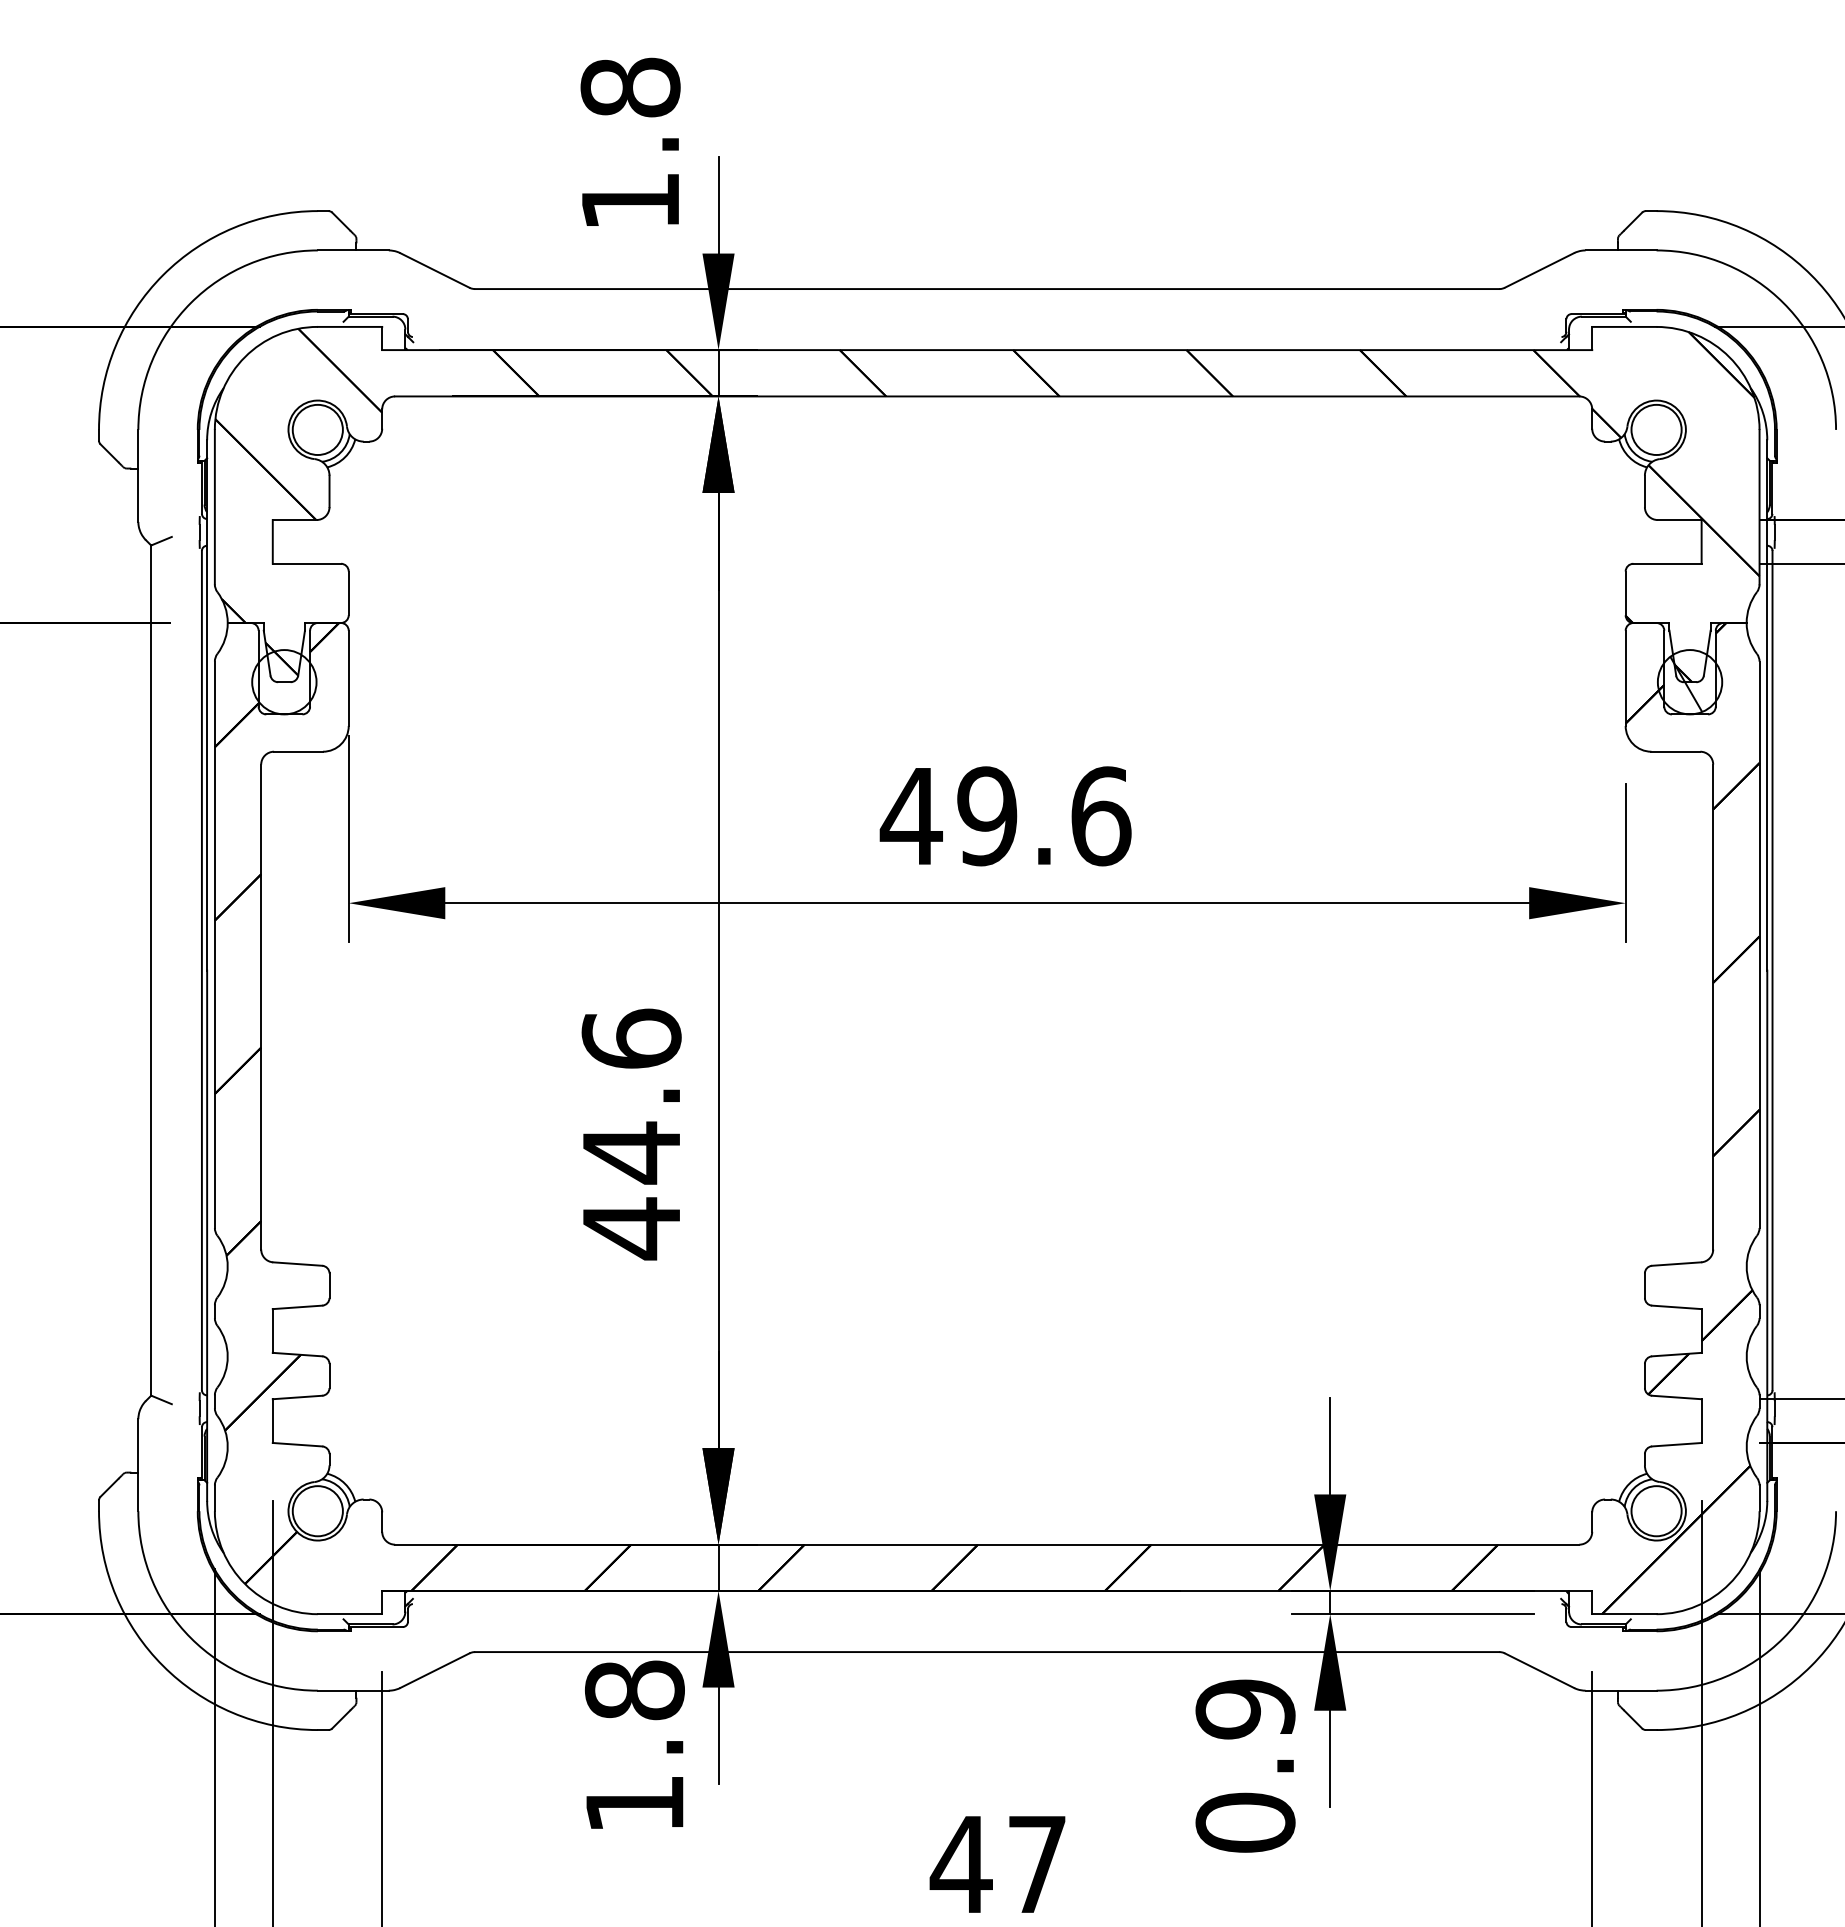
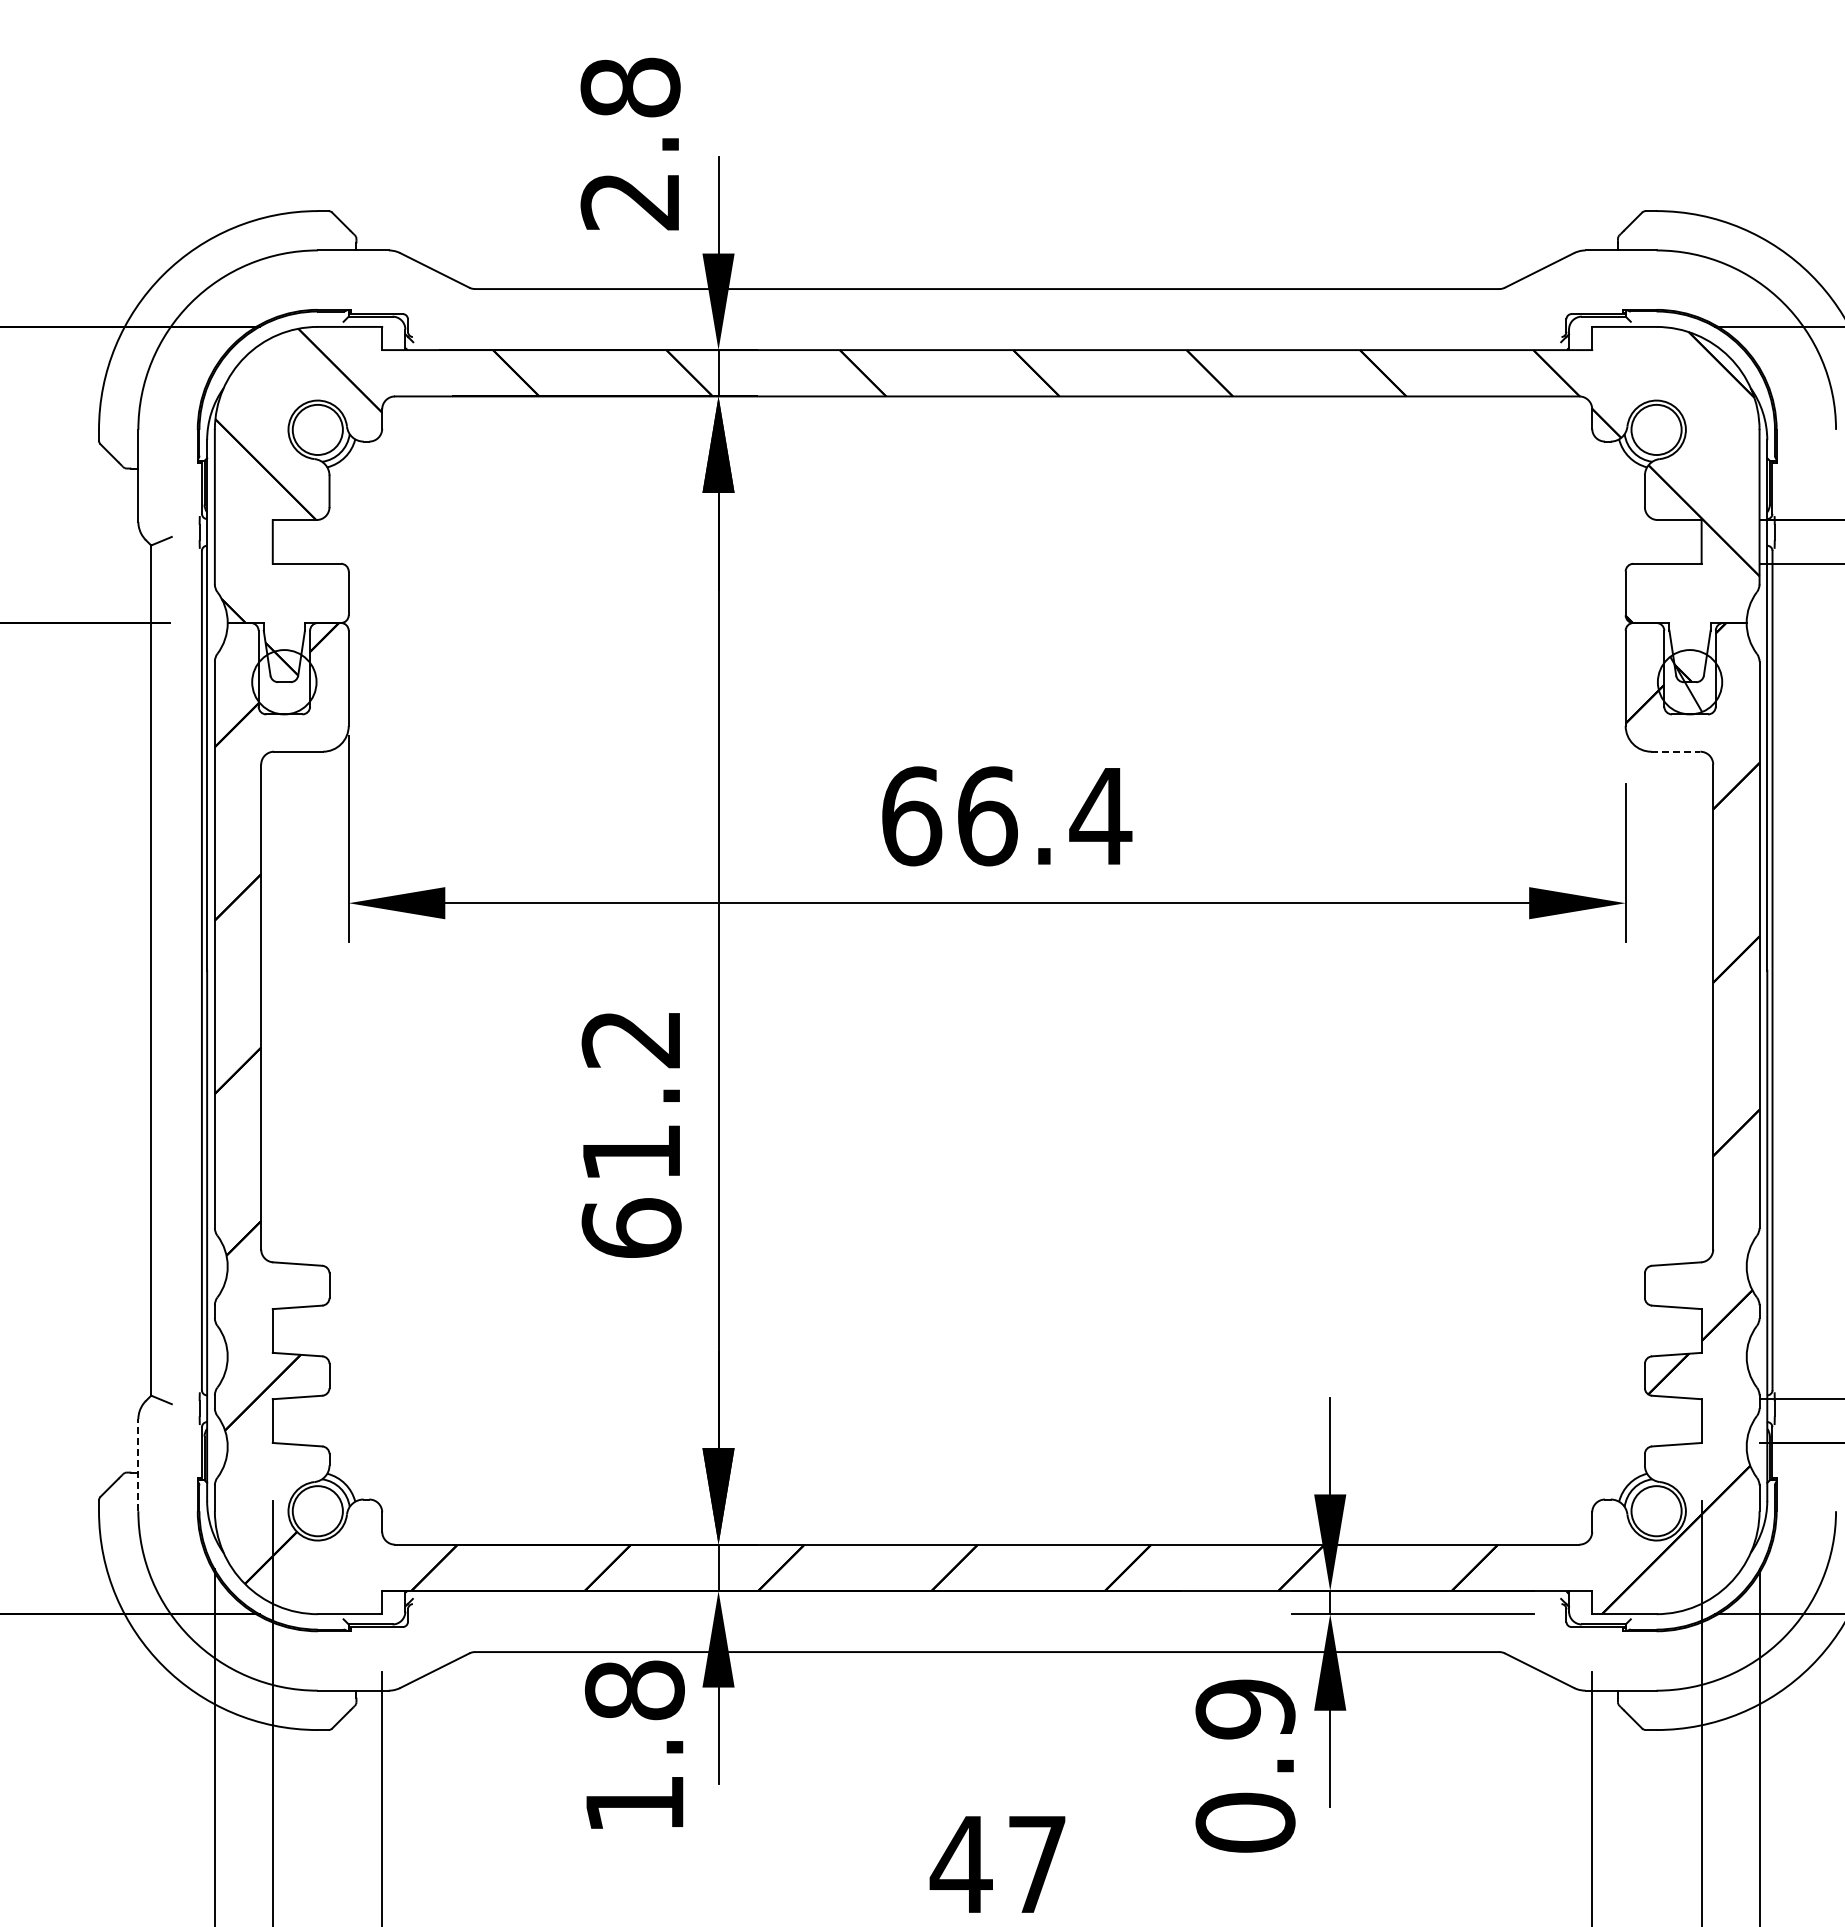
text at (629, 202): 1.8 -> 2.8
line at (1676, 751): solid -> dashed
text at (1005, 816): 49.6 -> 66.4
text at (631, 1134): 44.6 -> 61.2
line at (138, 1464): solid -> dashed
